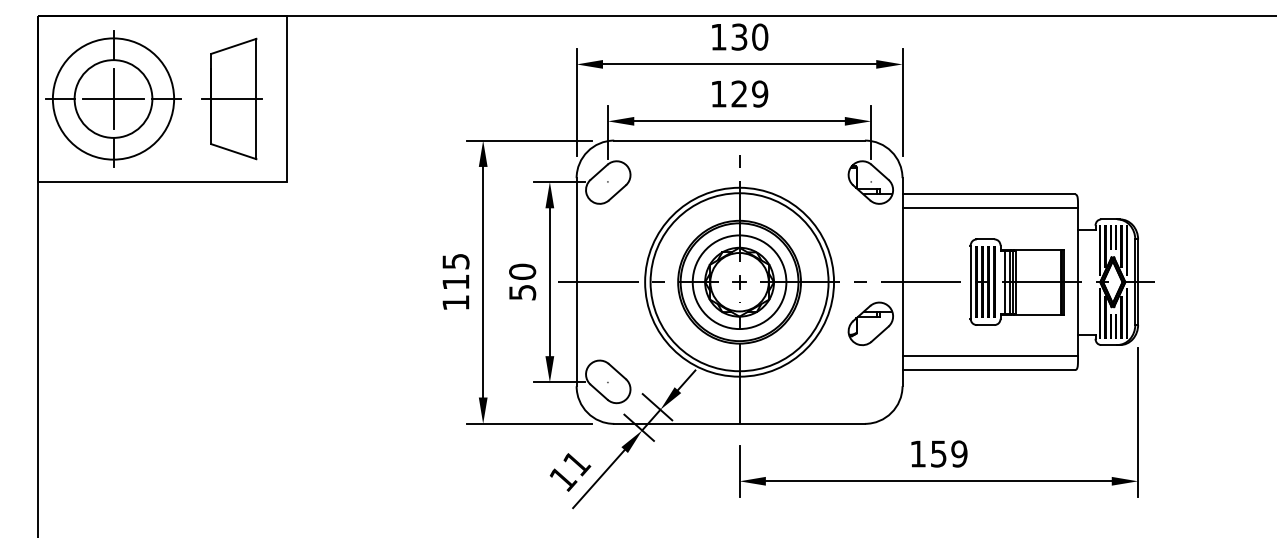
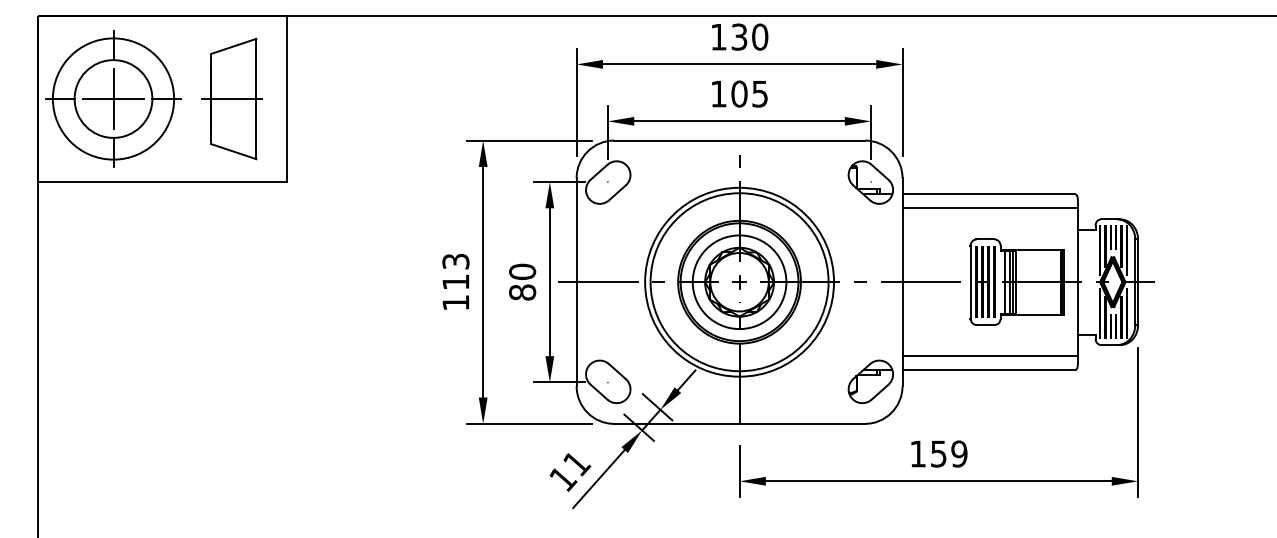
text at (749, 93): 129 -> 105
text at (455, 260): 115 -> 113
text at (522, 292): 50 -> 80
part at (870, 323) position: (870, 323) -> (870, 381)
